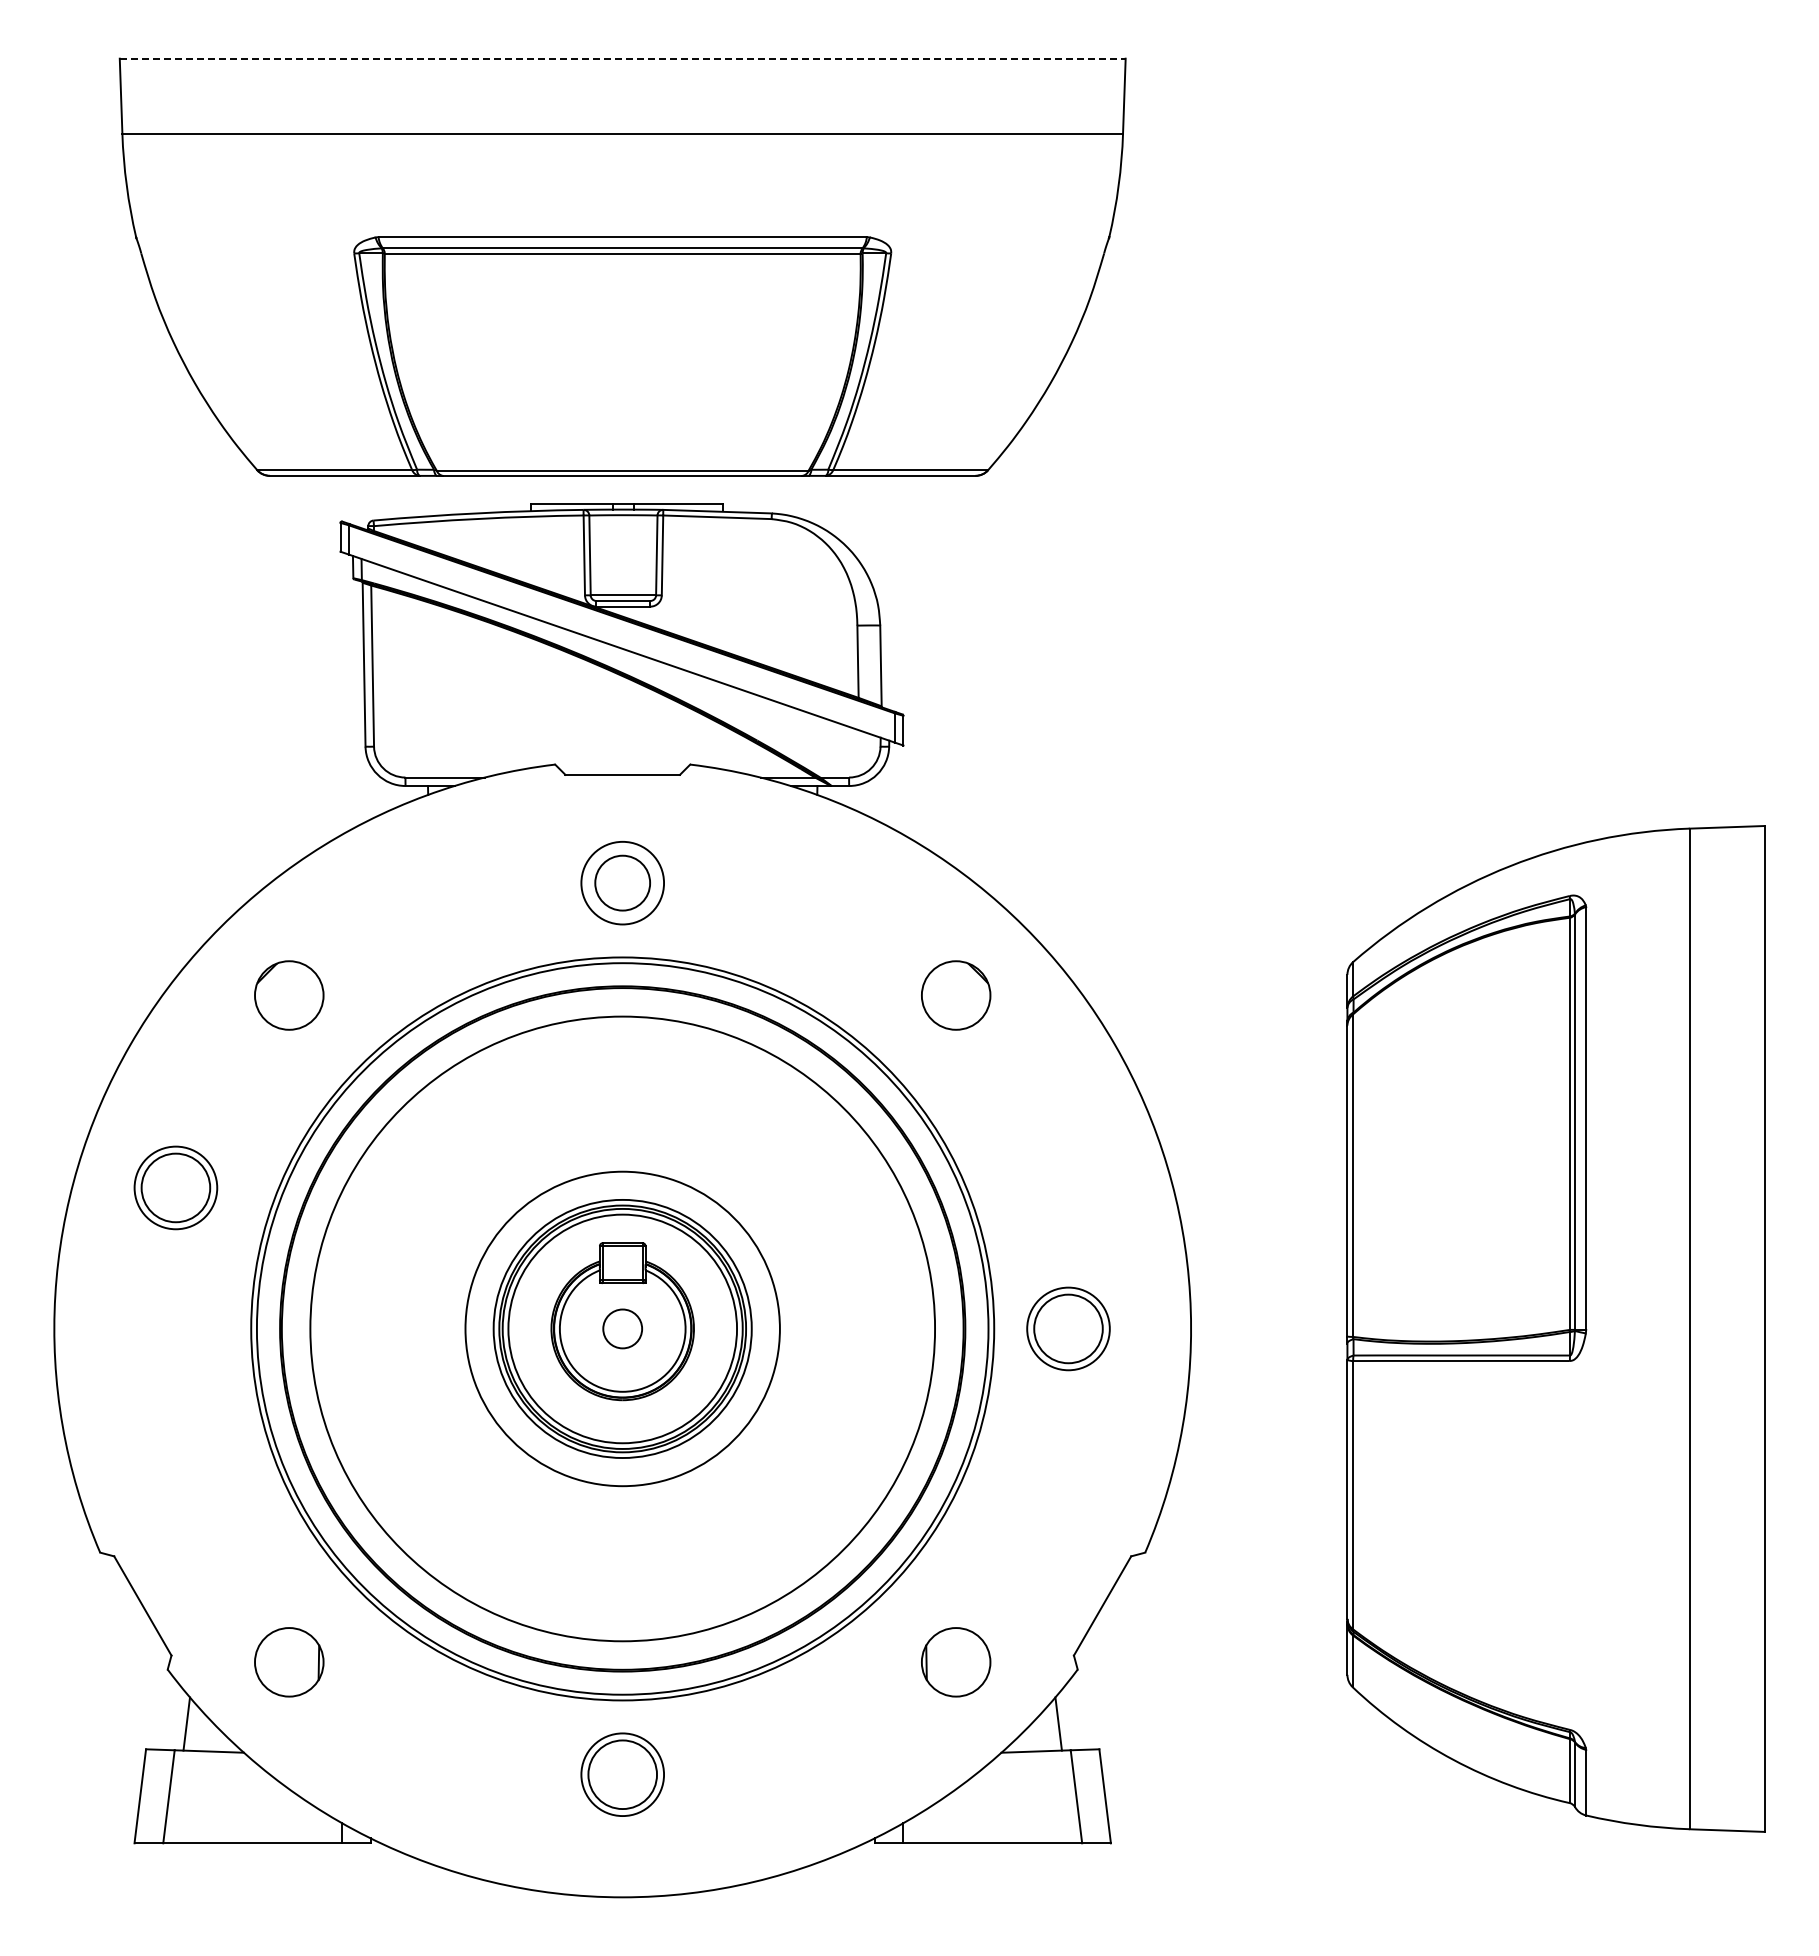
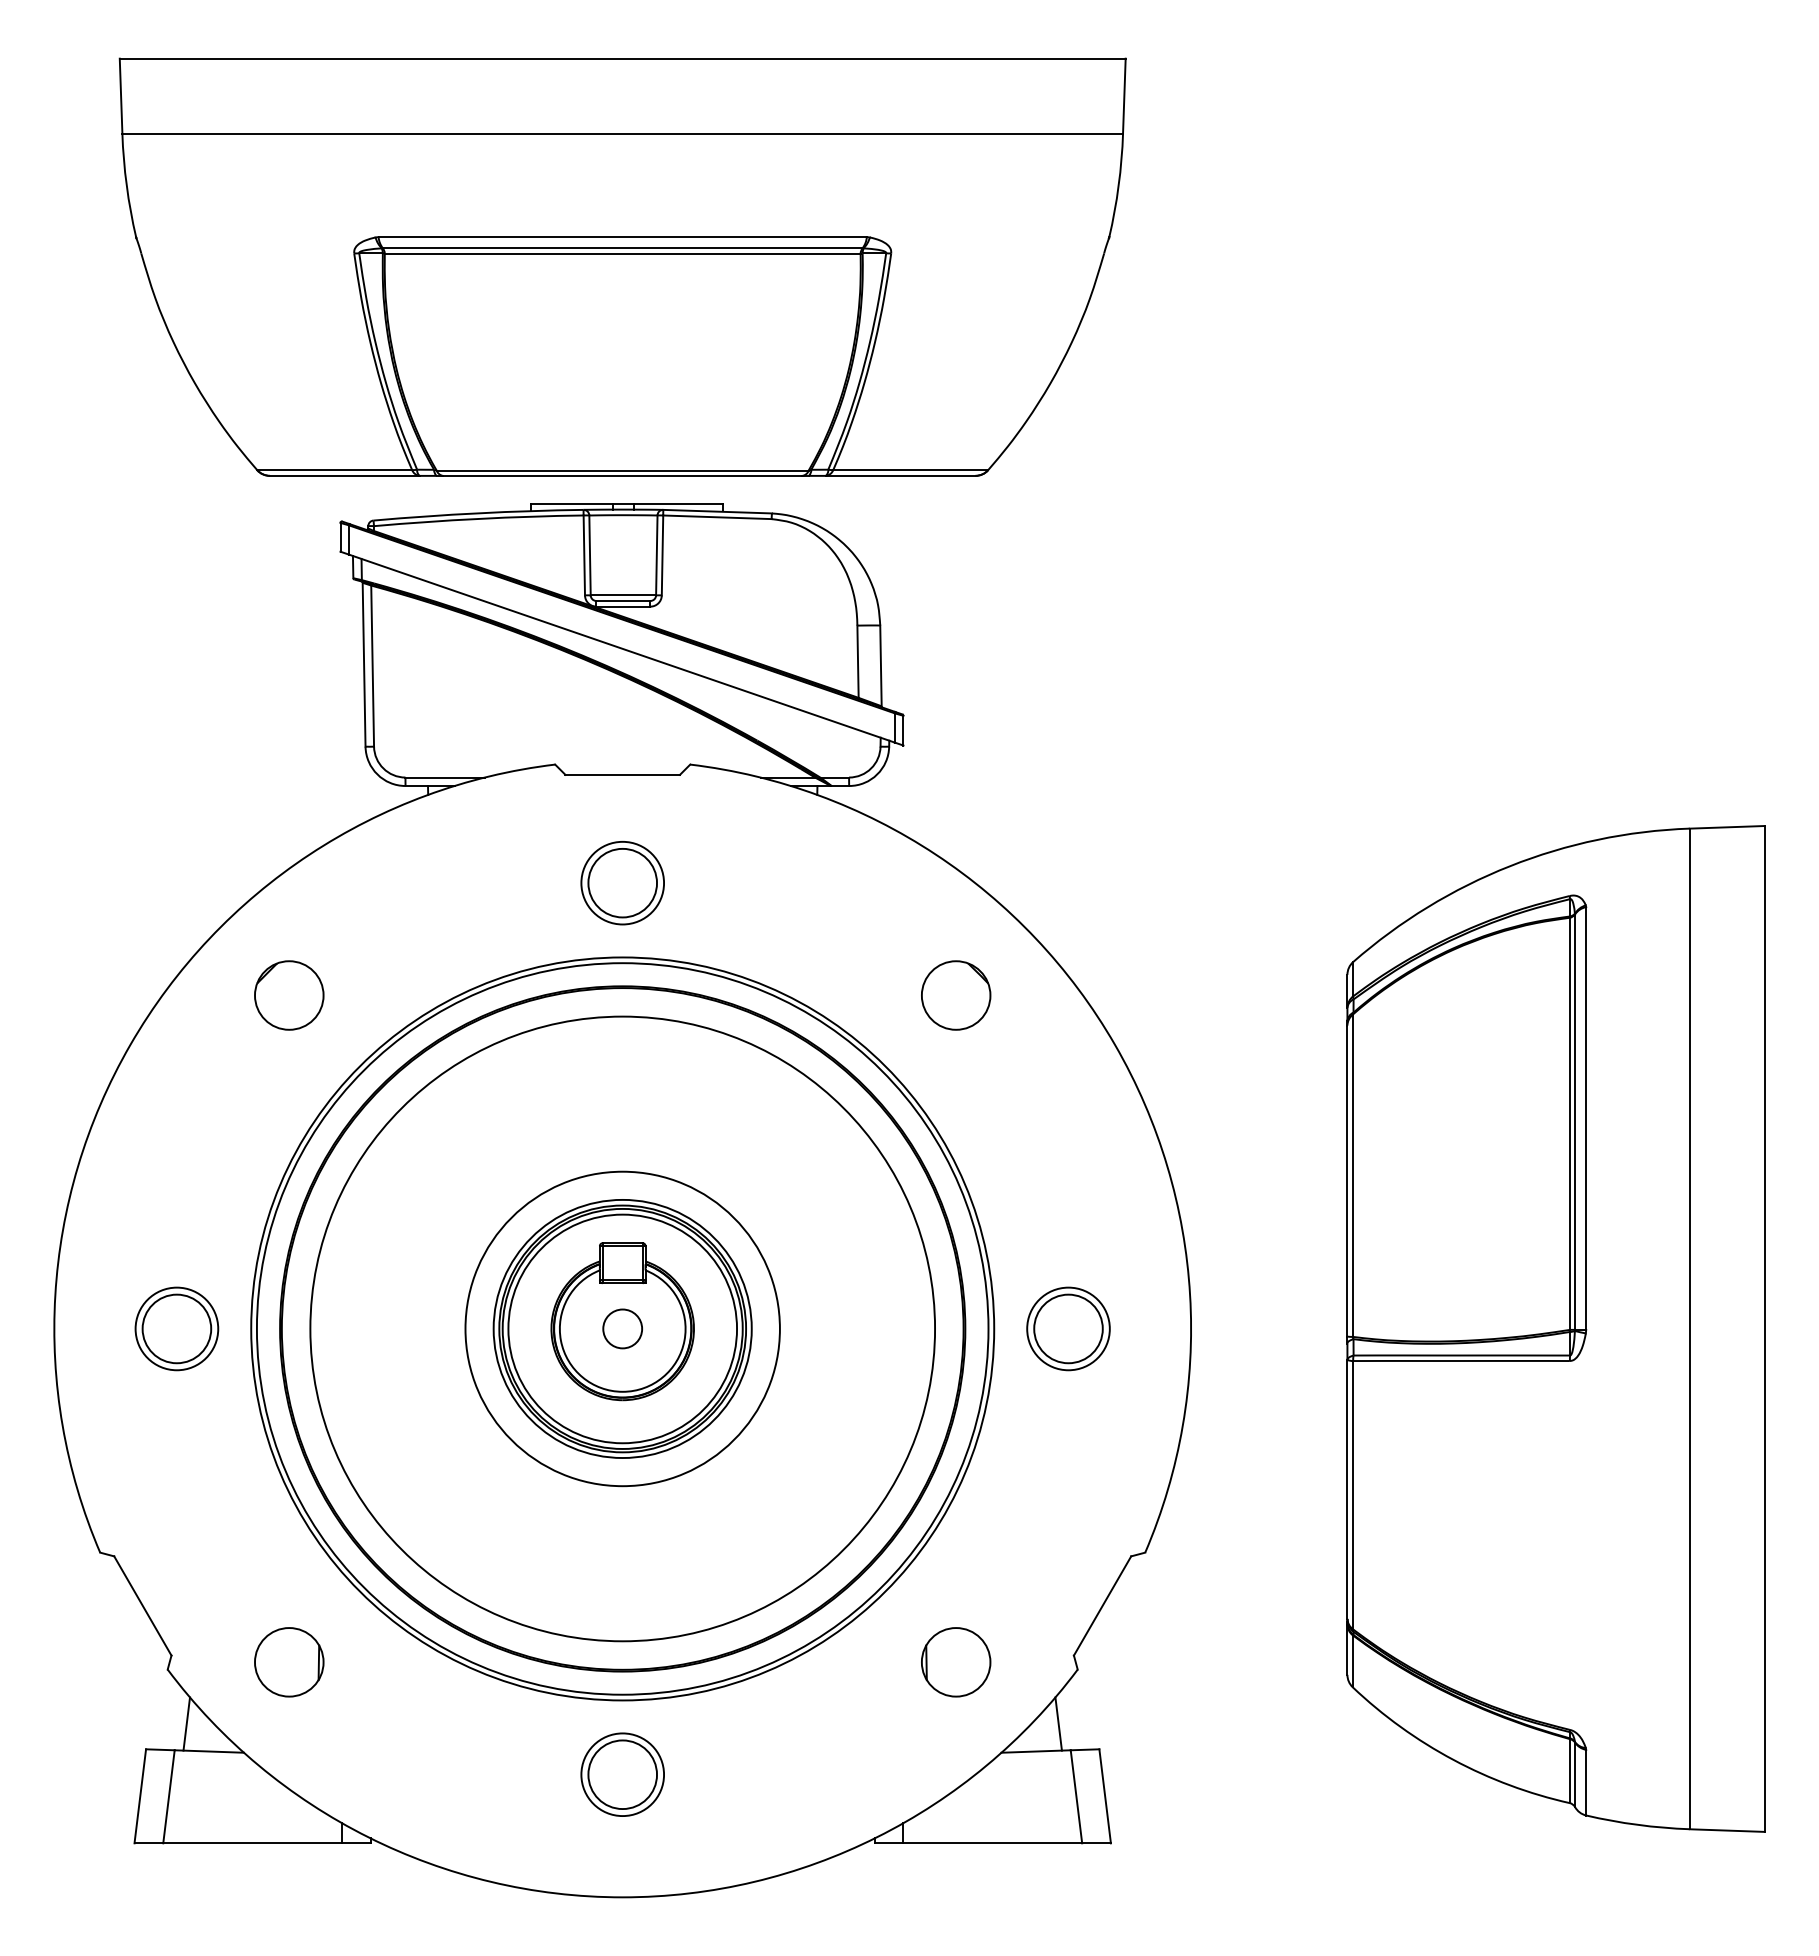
line at (622, 58): dashed -> solid
circle at (622, 882) diameter: 55 px -> 69 px
part at (175, 1187) position: (175, 1187) -> (176, 1328)
